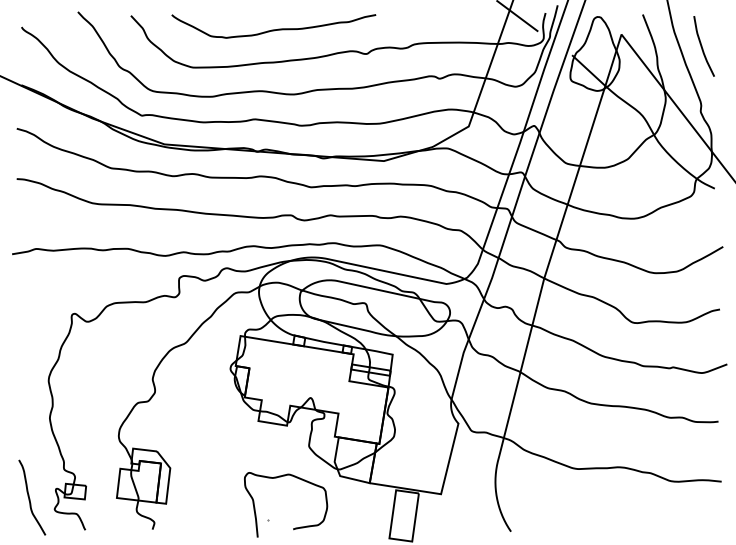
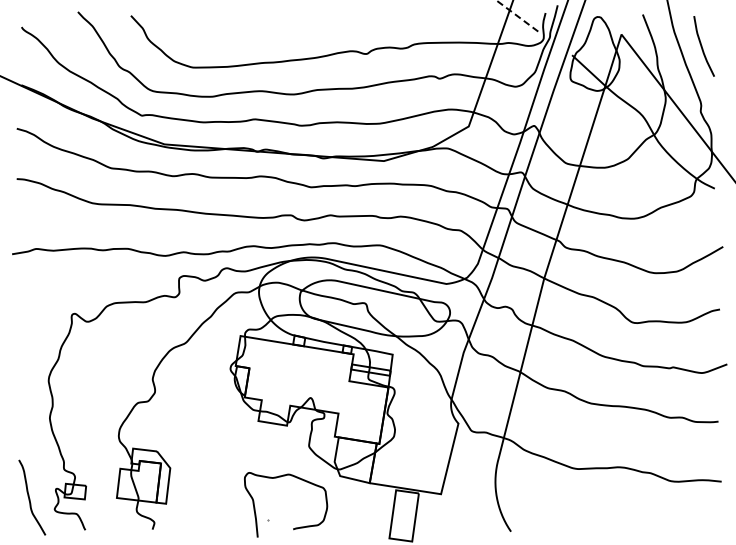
line at (516, 15): solid -> dashed
curve at (273, 29): present -> none
